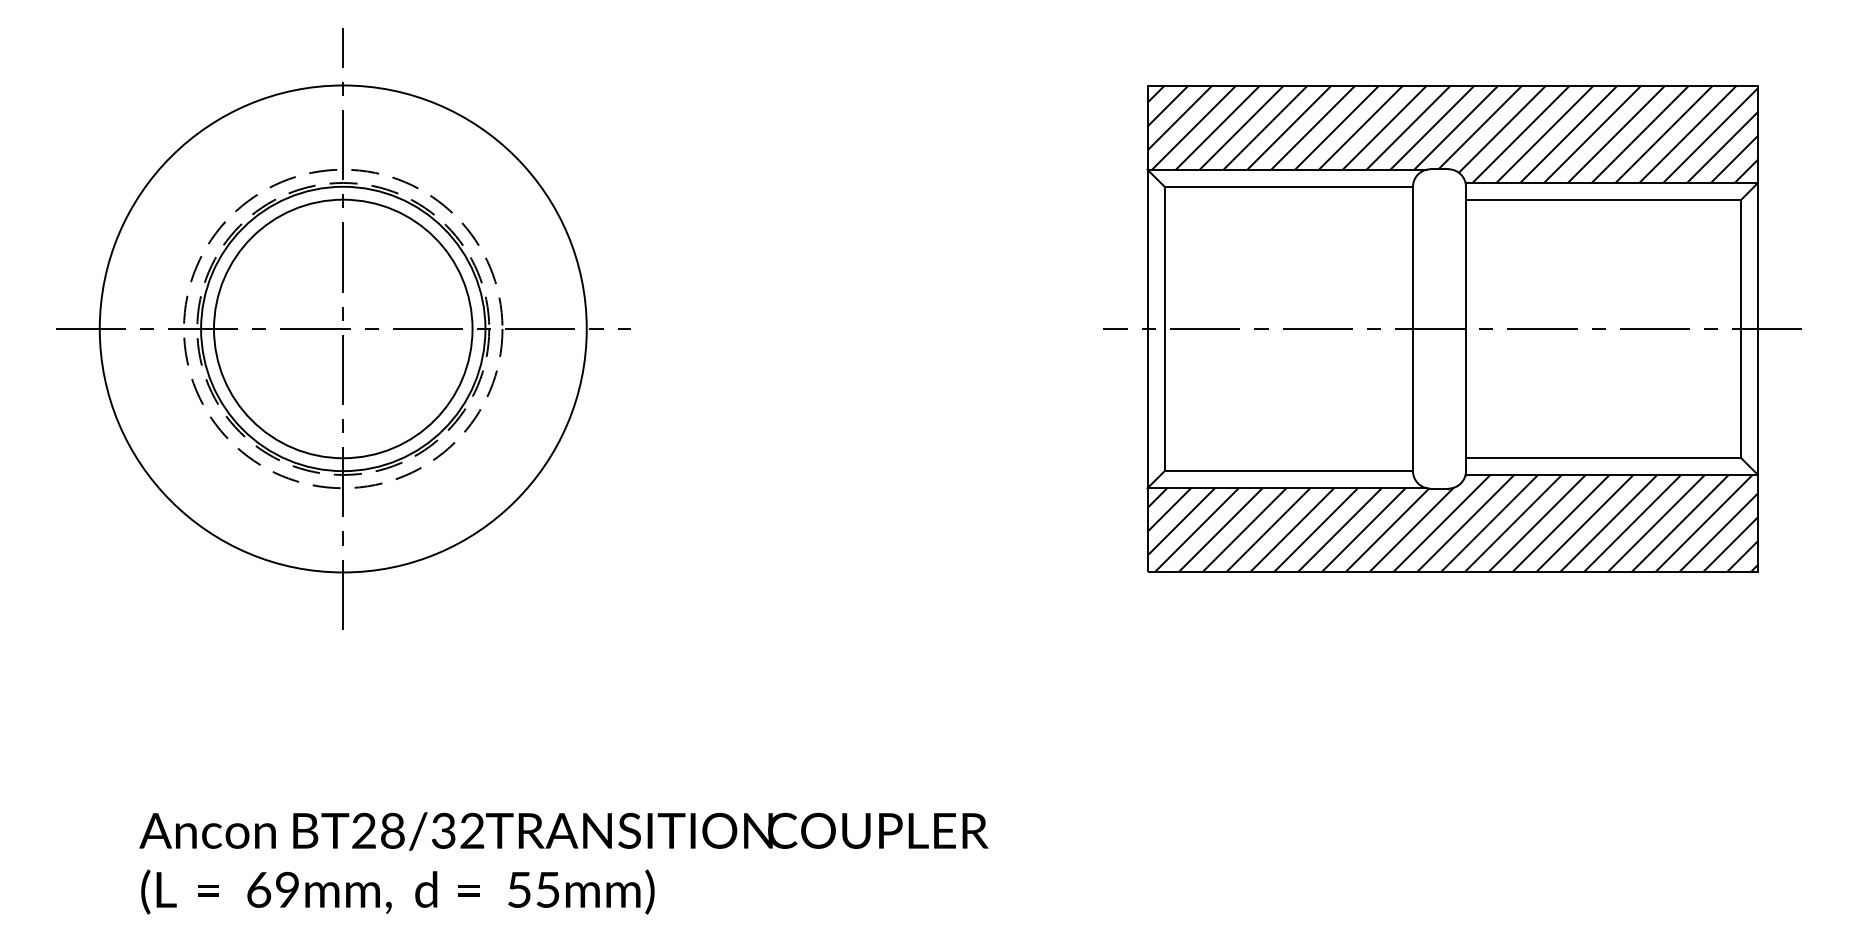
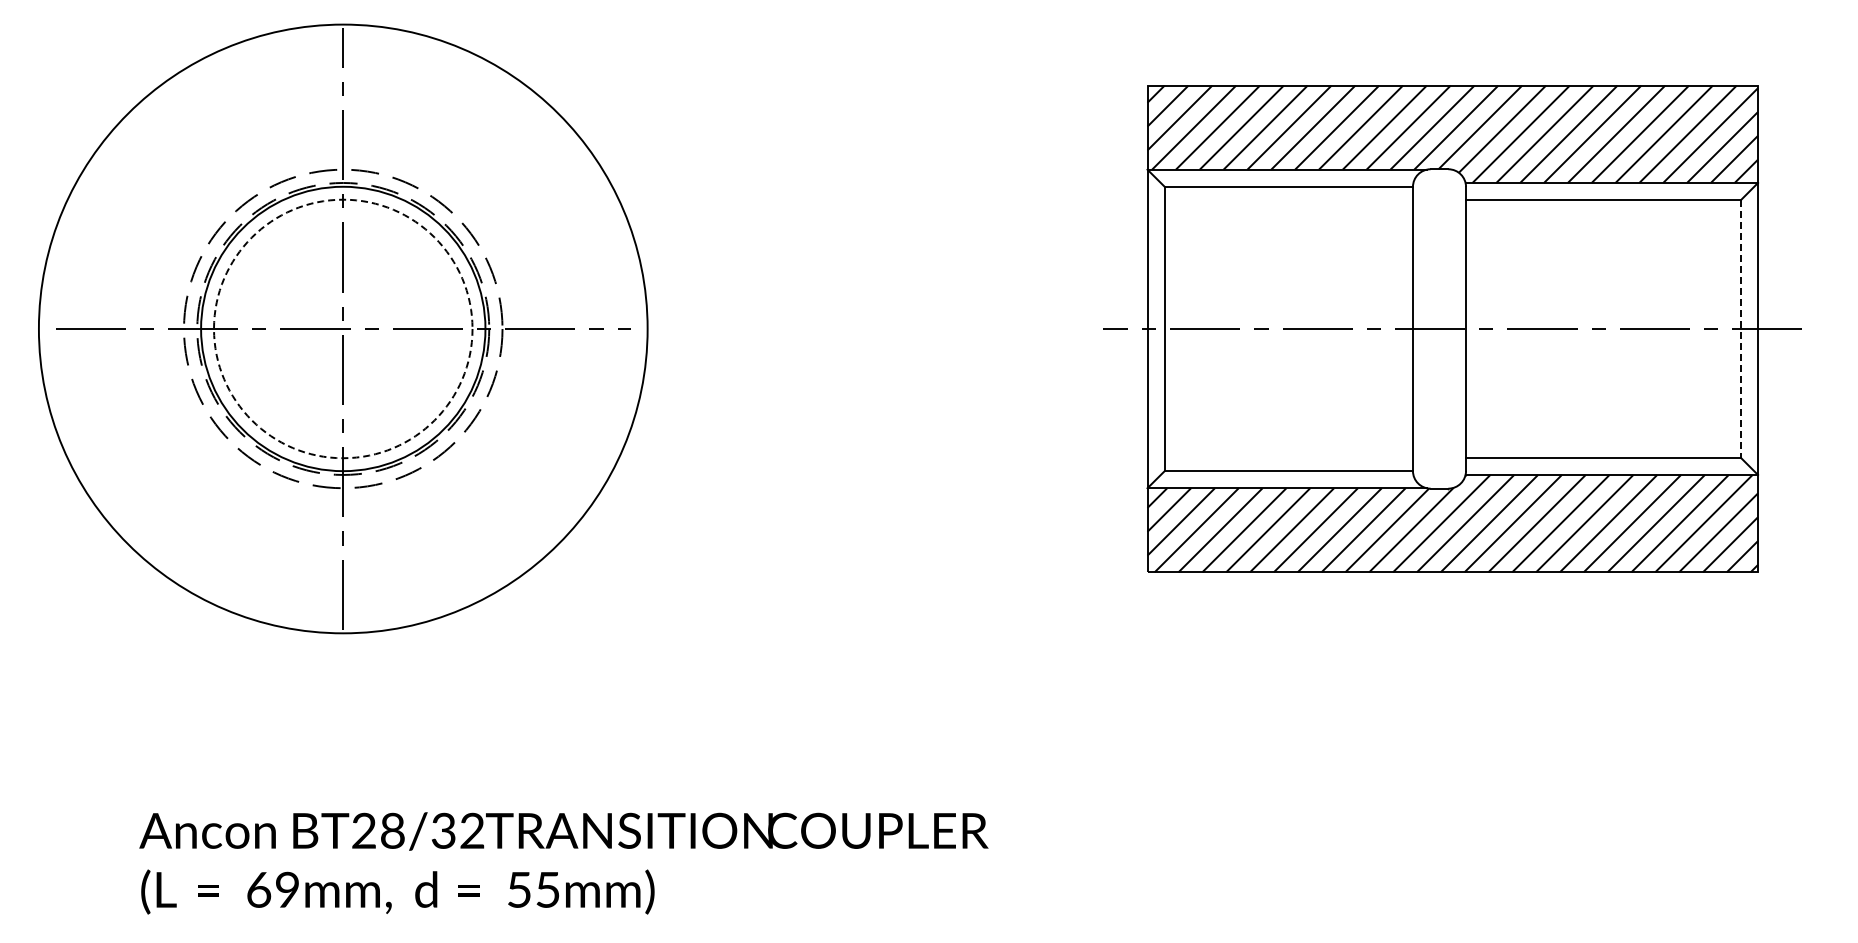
circle at (342, 328) diameter: 487 px -> 609 px
circle at (343, 328): solid -> dashed
line at (1741, 329): solid -> dashed
